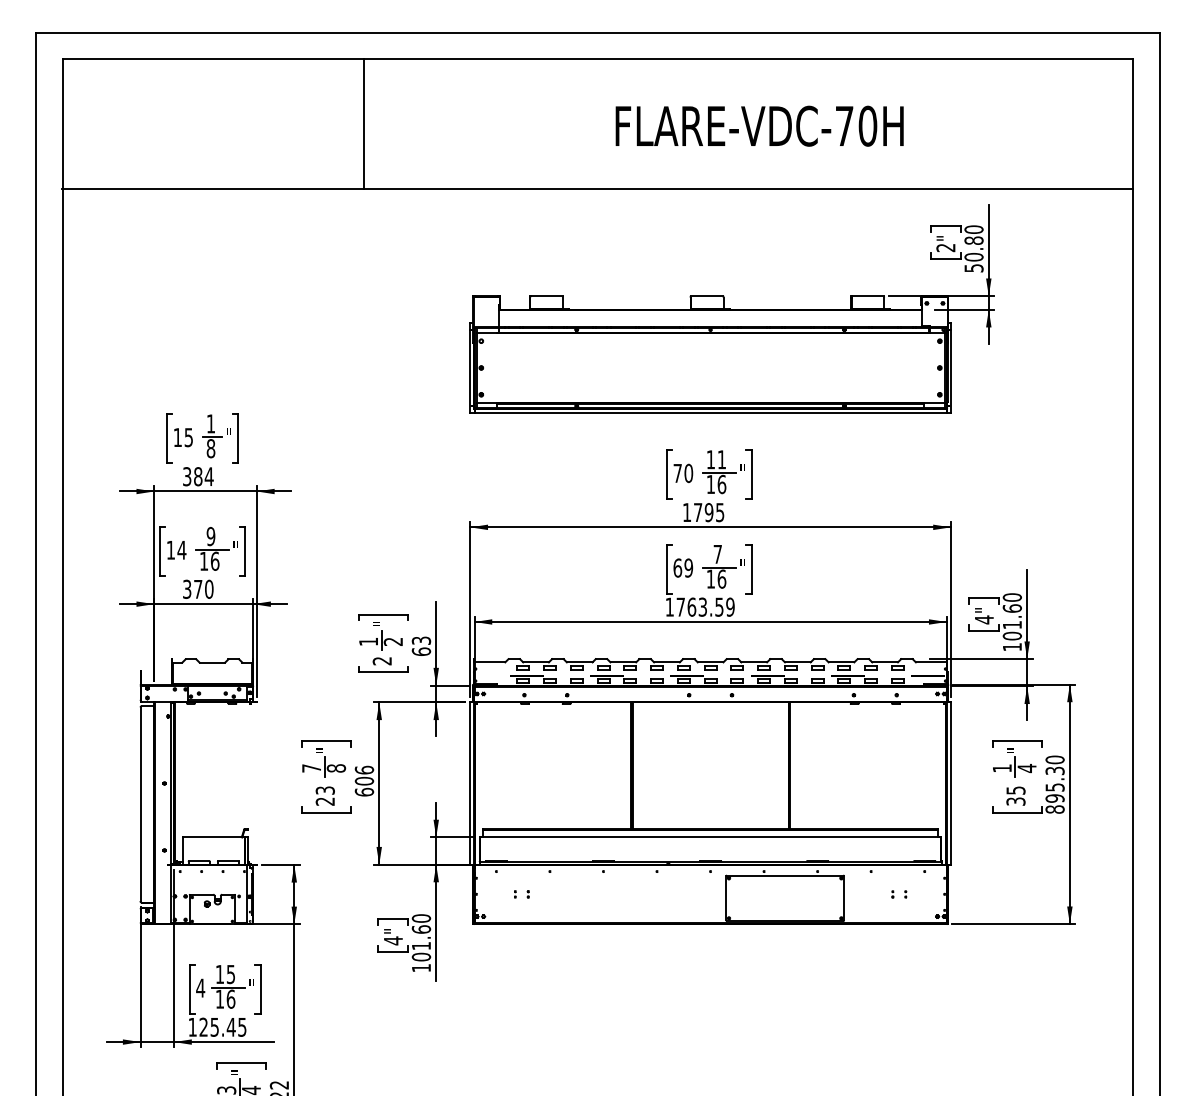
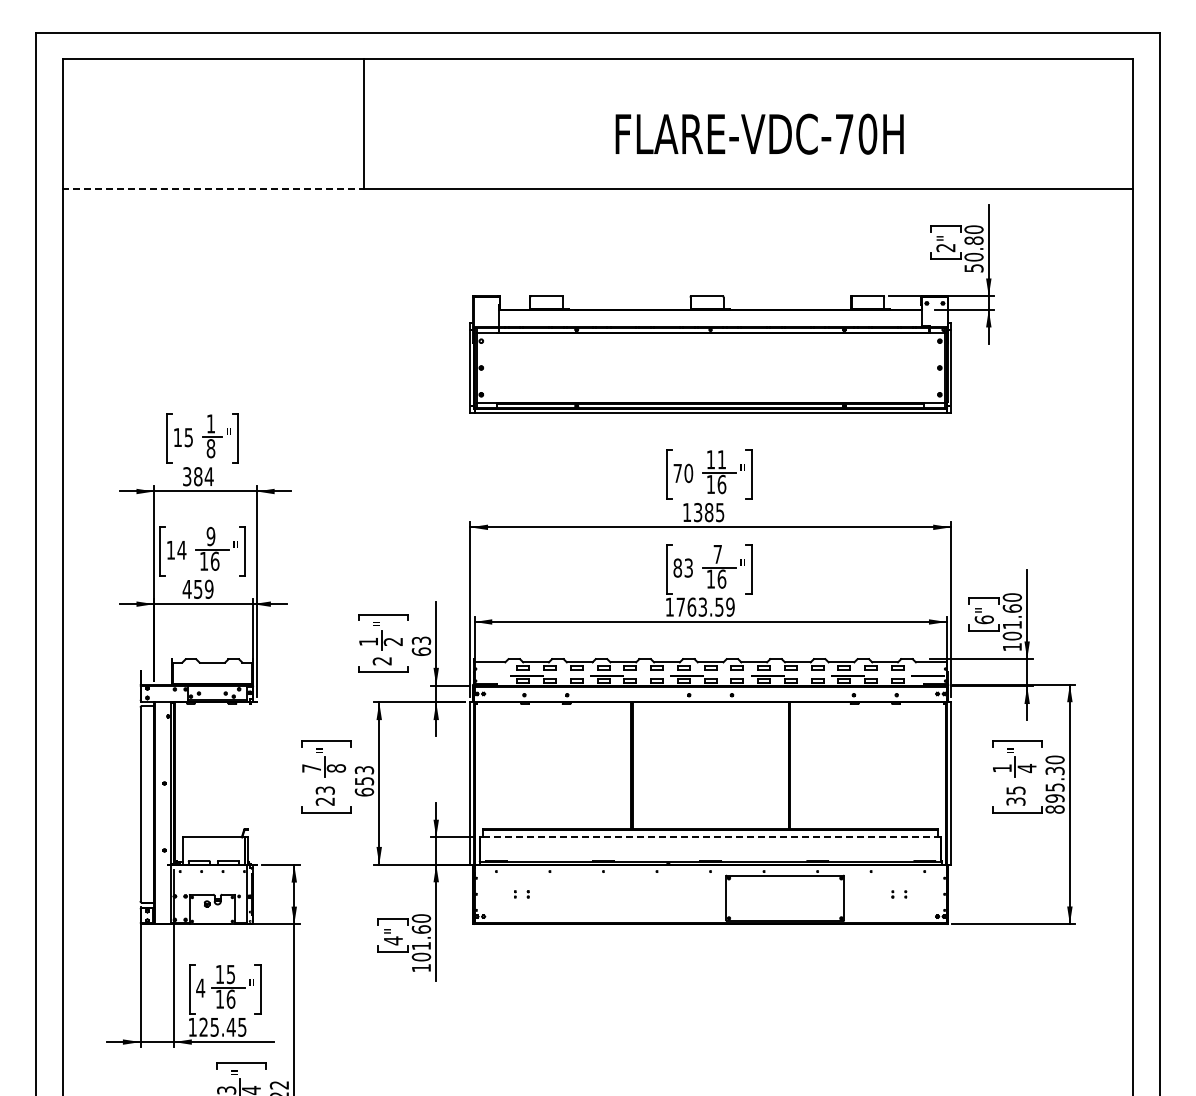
text at (759, 125) position: (759, 125) -> (759, 133)
line at (213, 189): solid -> dashed
text at (703, 512): 1795 -> 1385
text at (683, 567): 69 -> 83
text at (197, 588): 370 -> 459
text at (983, 619): 4" -> 6"
text at (364, 775): 606 -> 653
line at (710, 837): solid -> dashed
